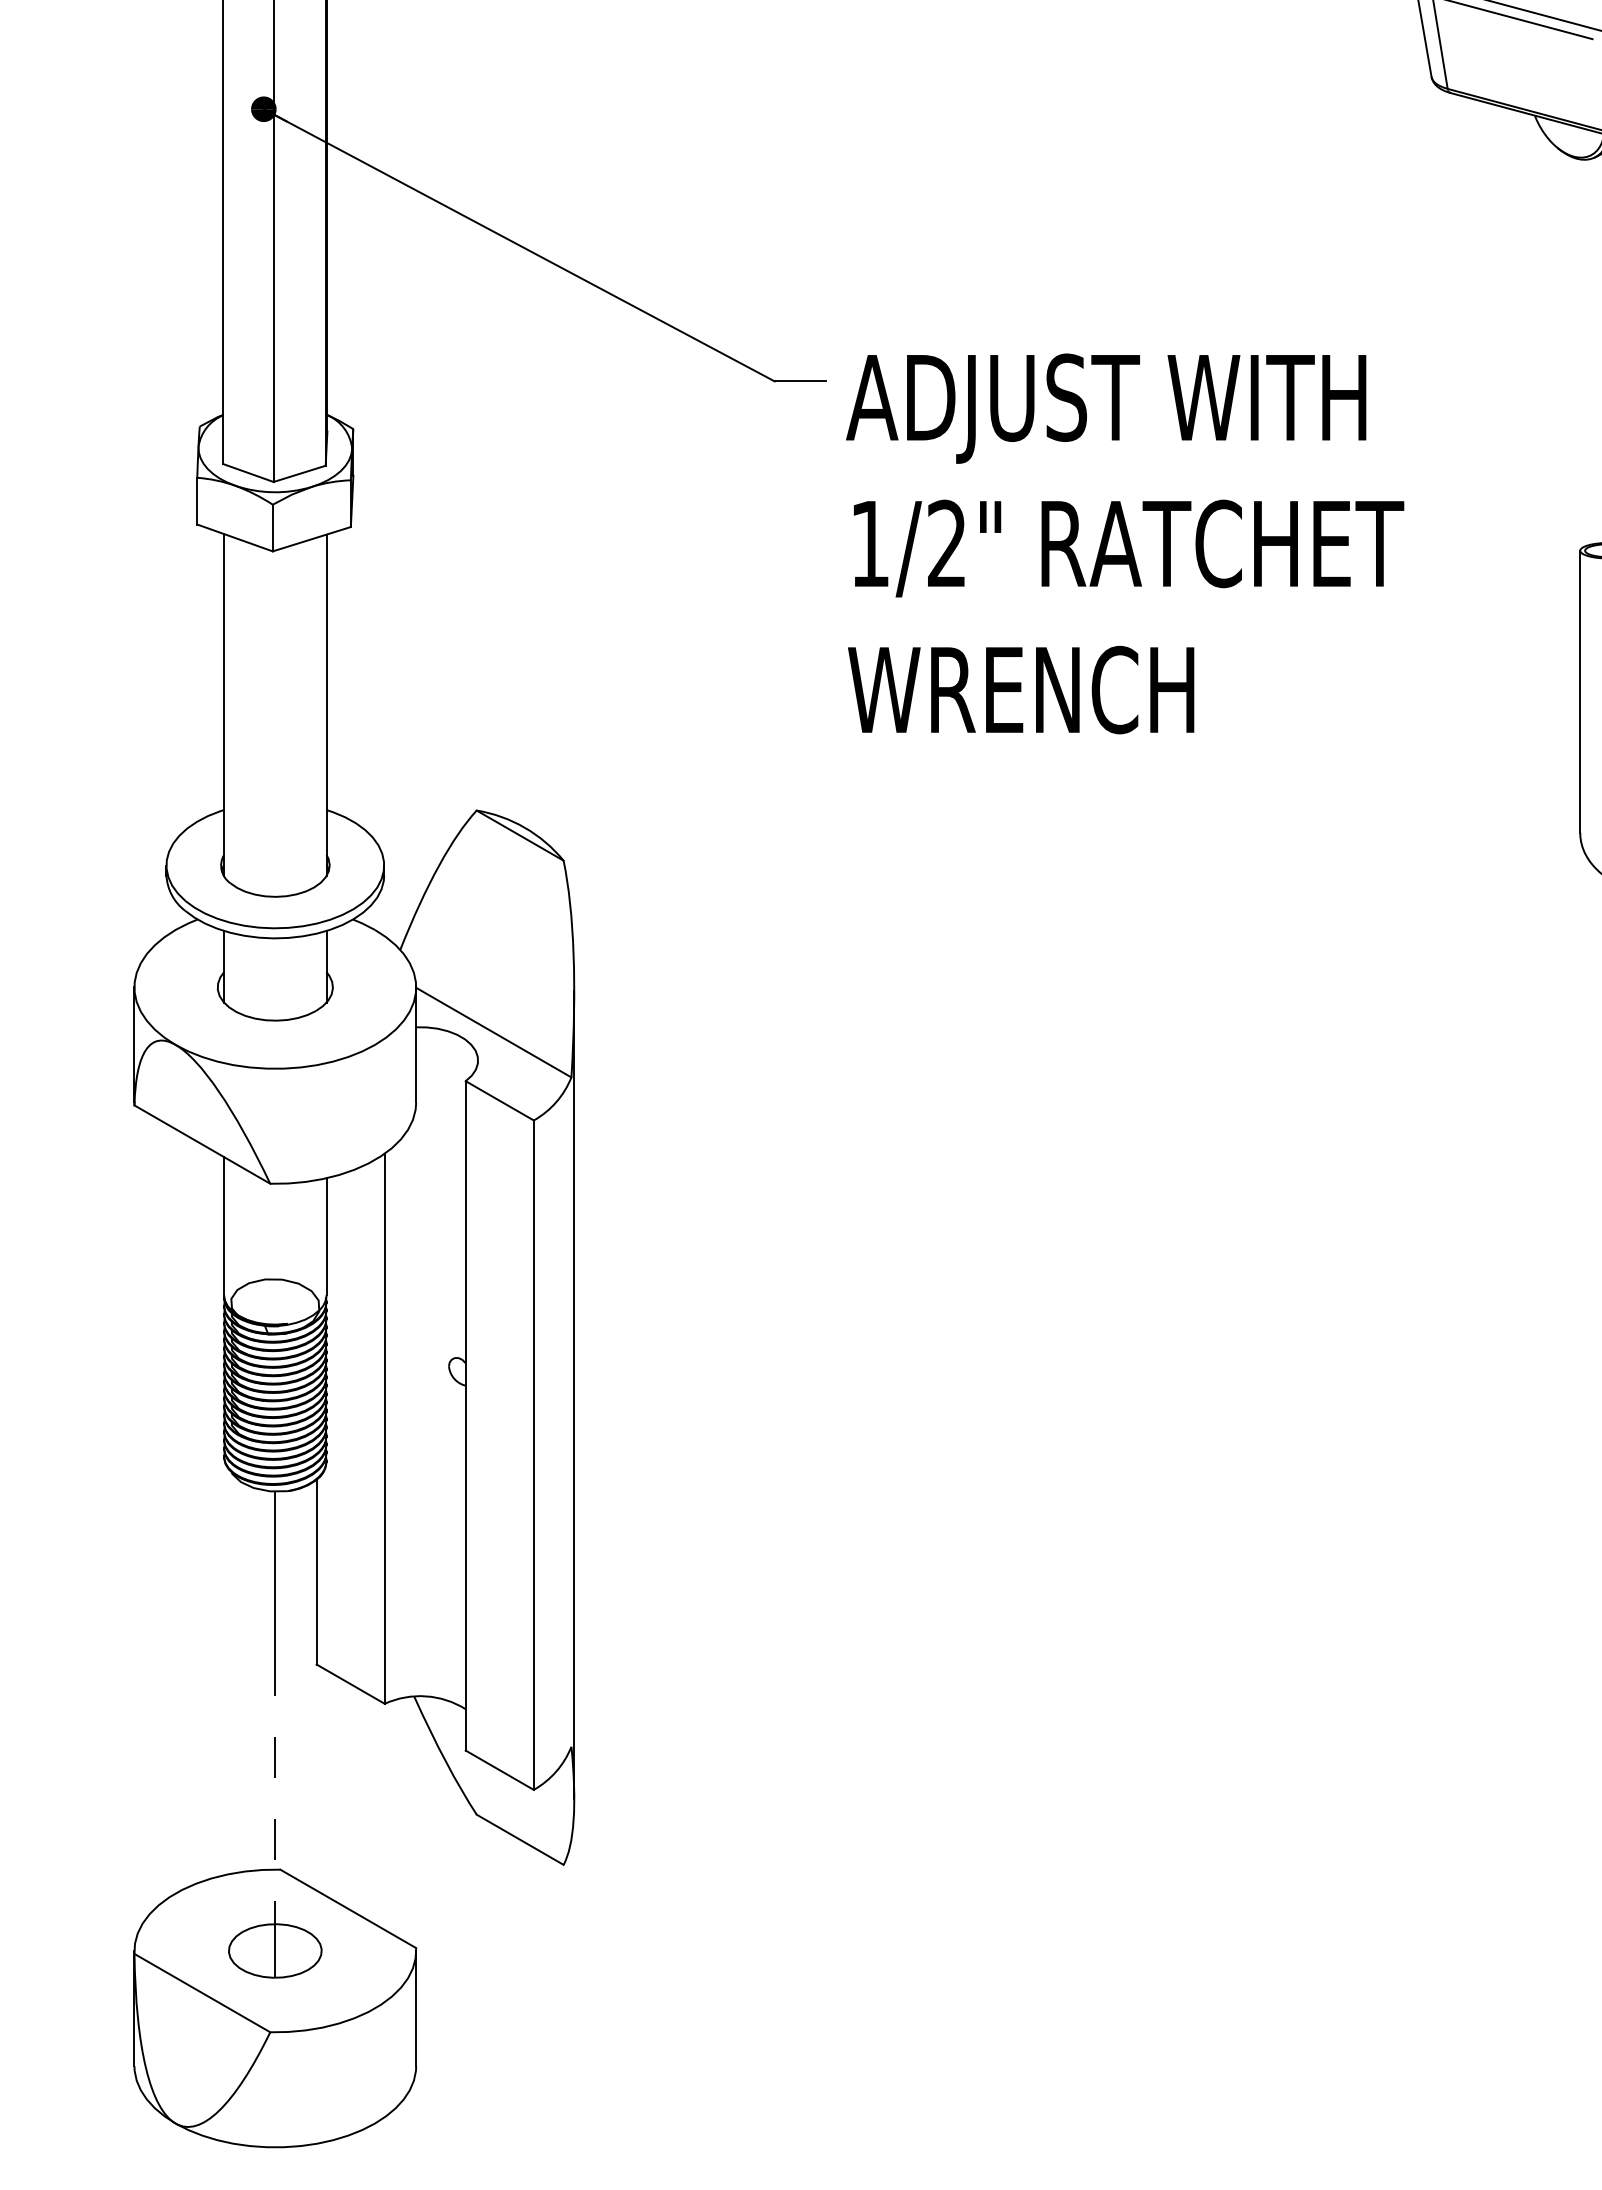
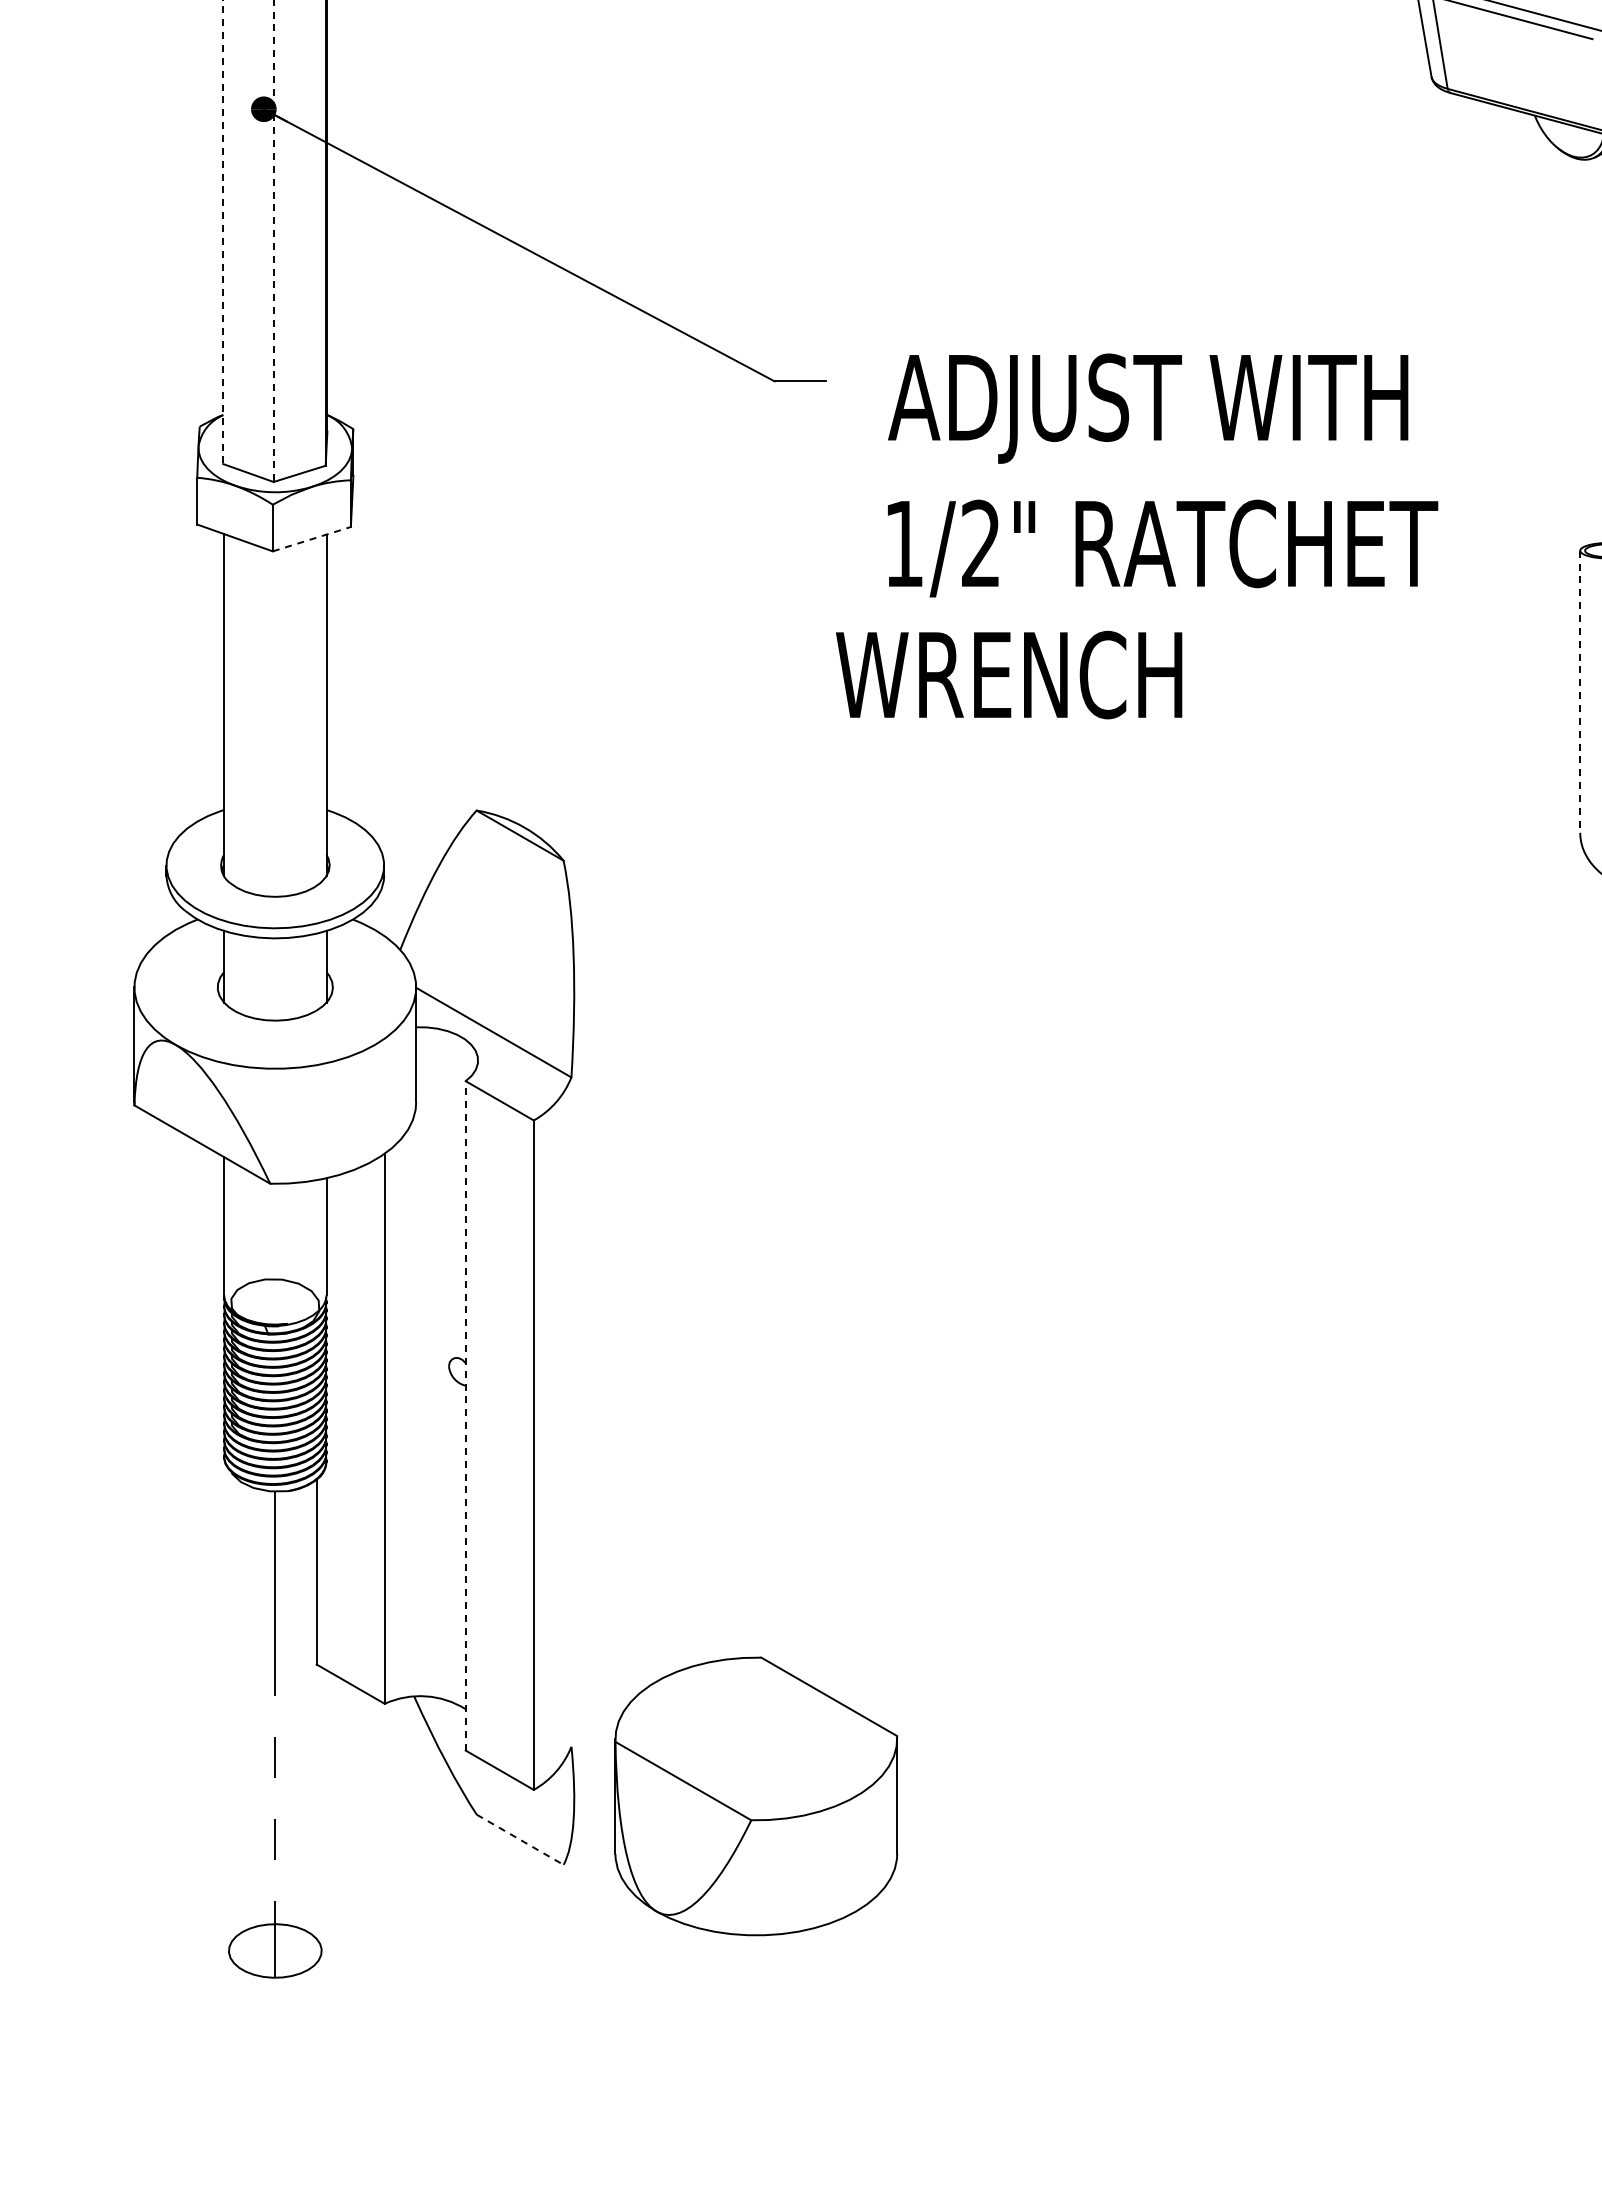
line at (223, 232): solid -> dashed
line at (273, 241): solid -> dashed
text at (1106, 408) position: (1106, 408) -> (1148, 408)
line at (311, 539): solid -> dashed
text at (1129, 548) position: (1129, 548) -> (1163, 548)
text at (1021, 689) position: (1021, 689) -> (1009, 674)
line at (1580, 692): solid -> dashed
line at (574, 1395): present -> none
line at (465, 1415): solid -> dashed
line at (520, 1840): solid -> dashed
part at (275, 2008) position: (275, 2008) -> (756, 1796)
